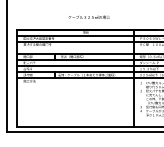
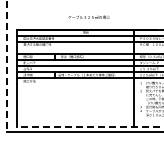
line at (6, 66): solid -> dashed
line at (90, 126): solid -> dashed
